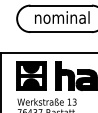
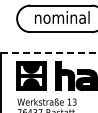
line at (49, 52): solid -> dashed
